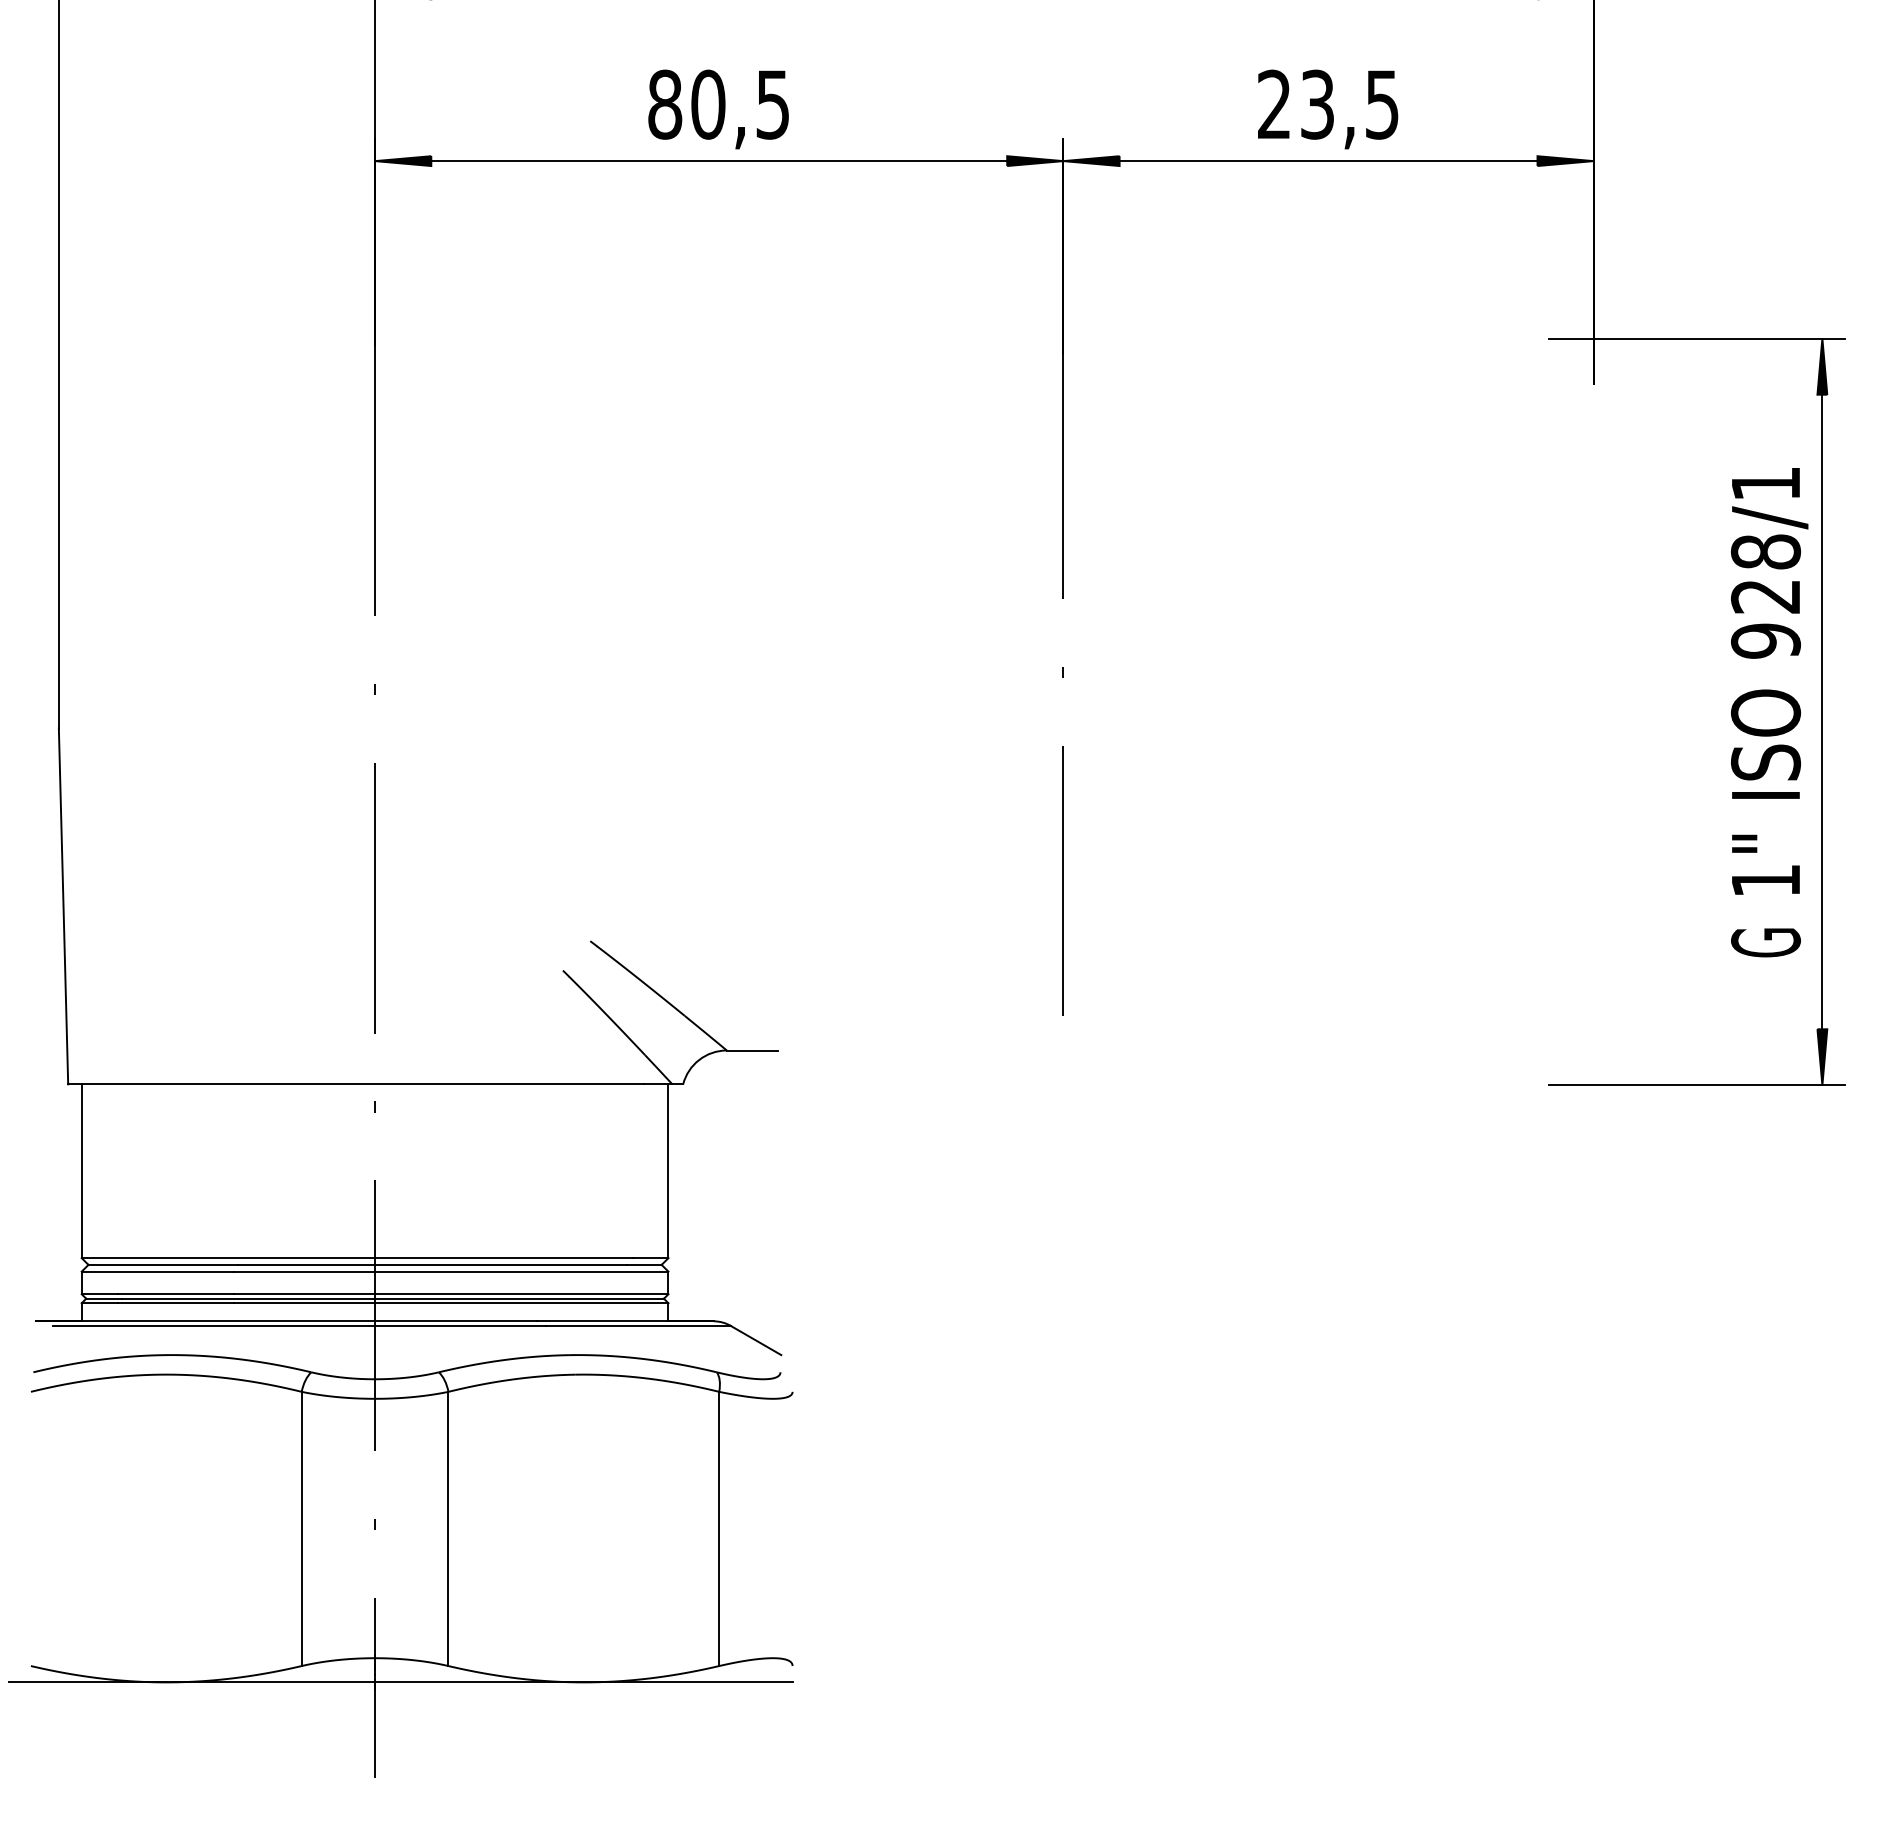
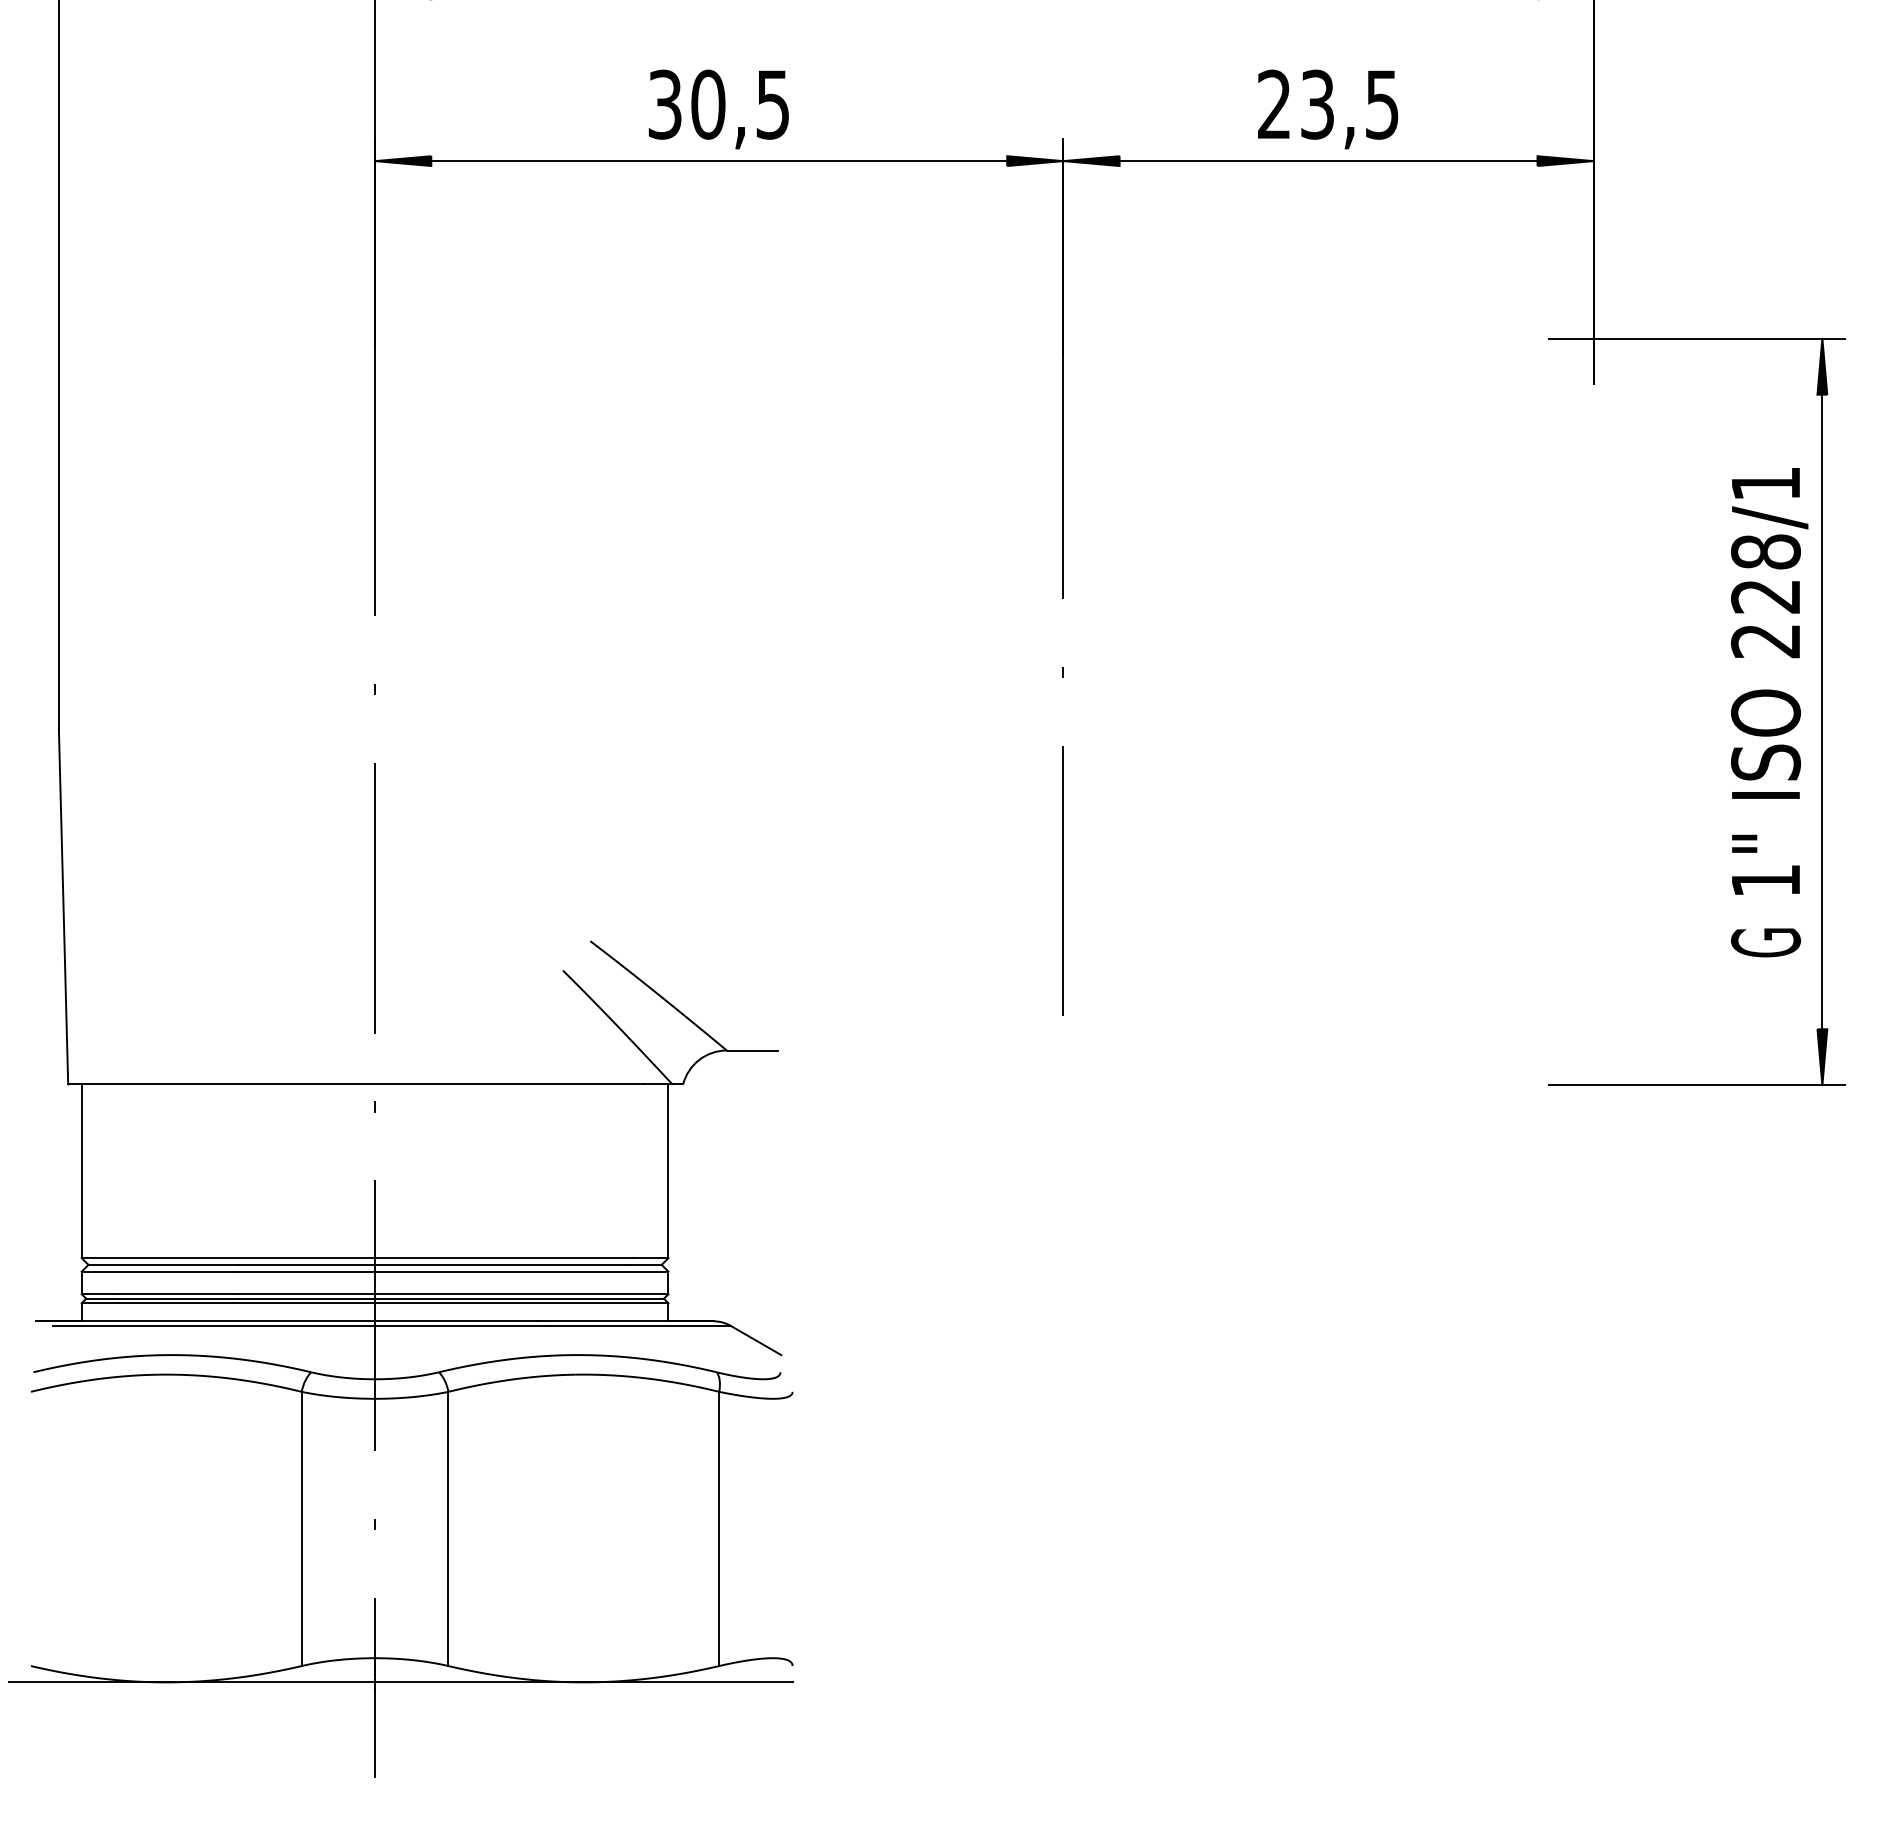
text at (665, 104): 80,5 -> 30,5
text at (1766, 640): 928/1 -> 228/1
